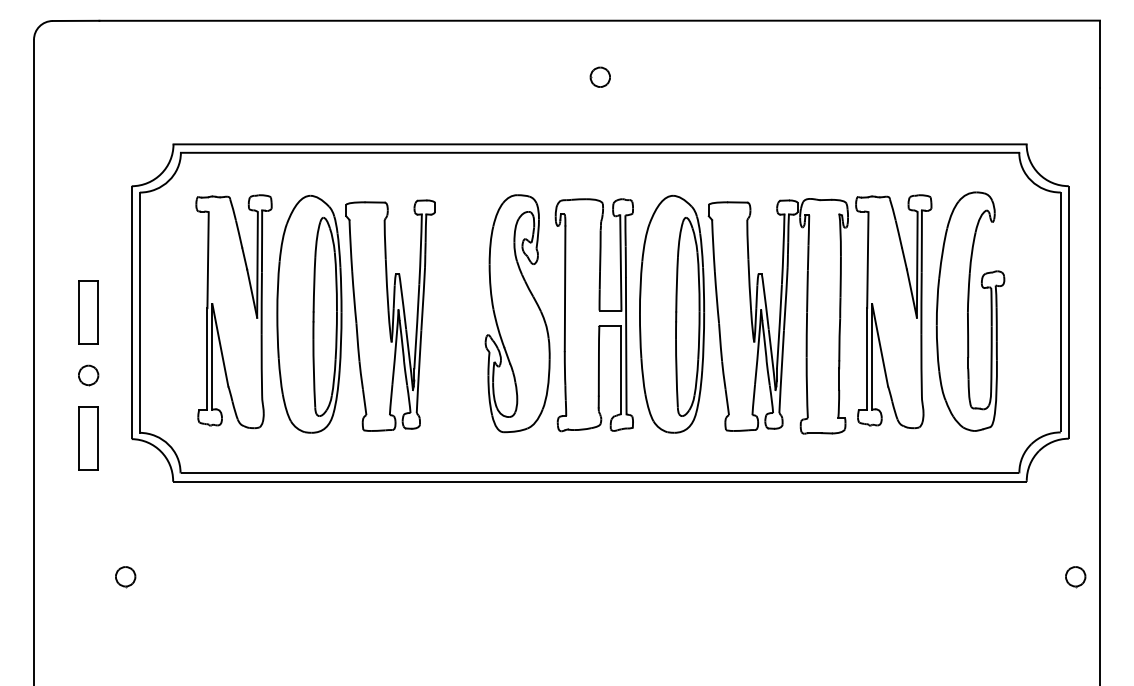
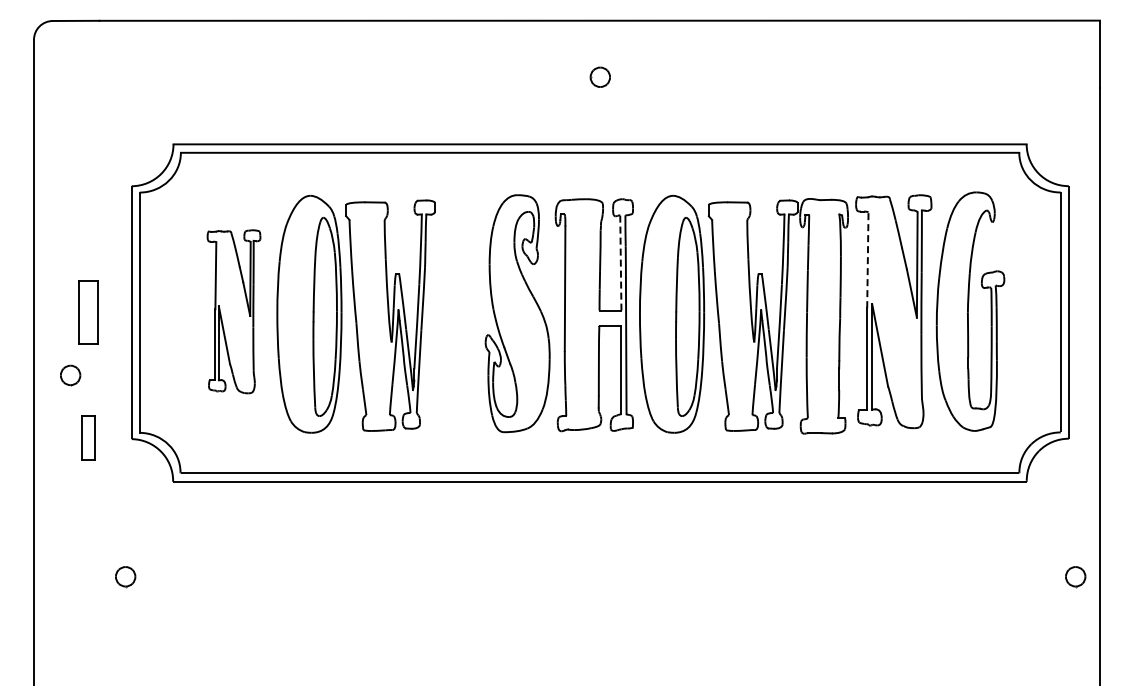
line at (867, 260): solid -> dashed
line at (620, 262): solid -> dashed
part at (233, 311) size: 78x236 px -> 56x166 px
part at (88, 375) position: (88, 375) -> (70, 375)
part at (88, 438) size: 21x65 px -> 15x46 px
